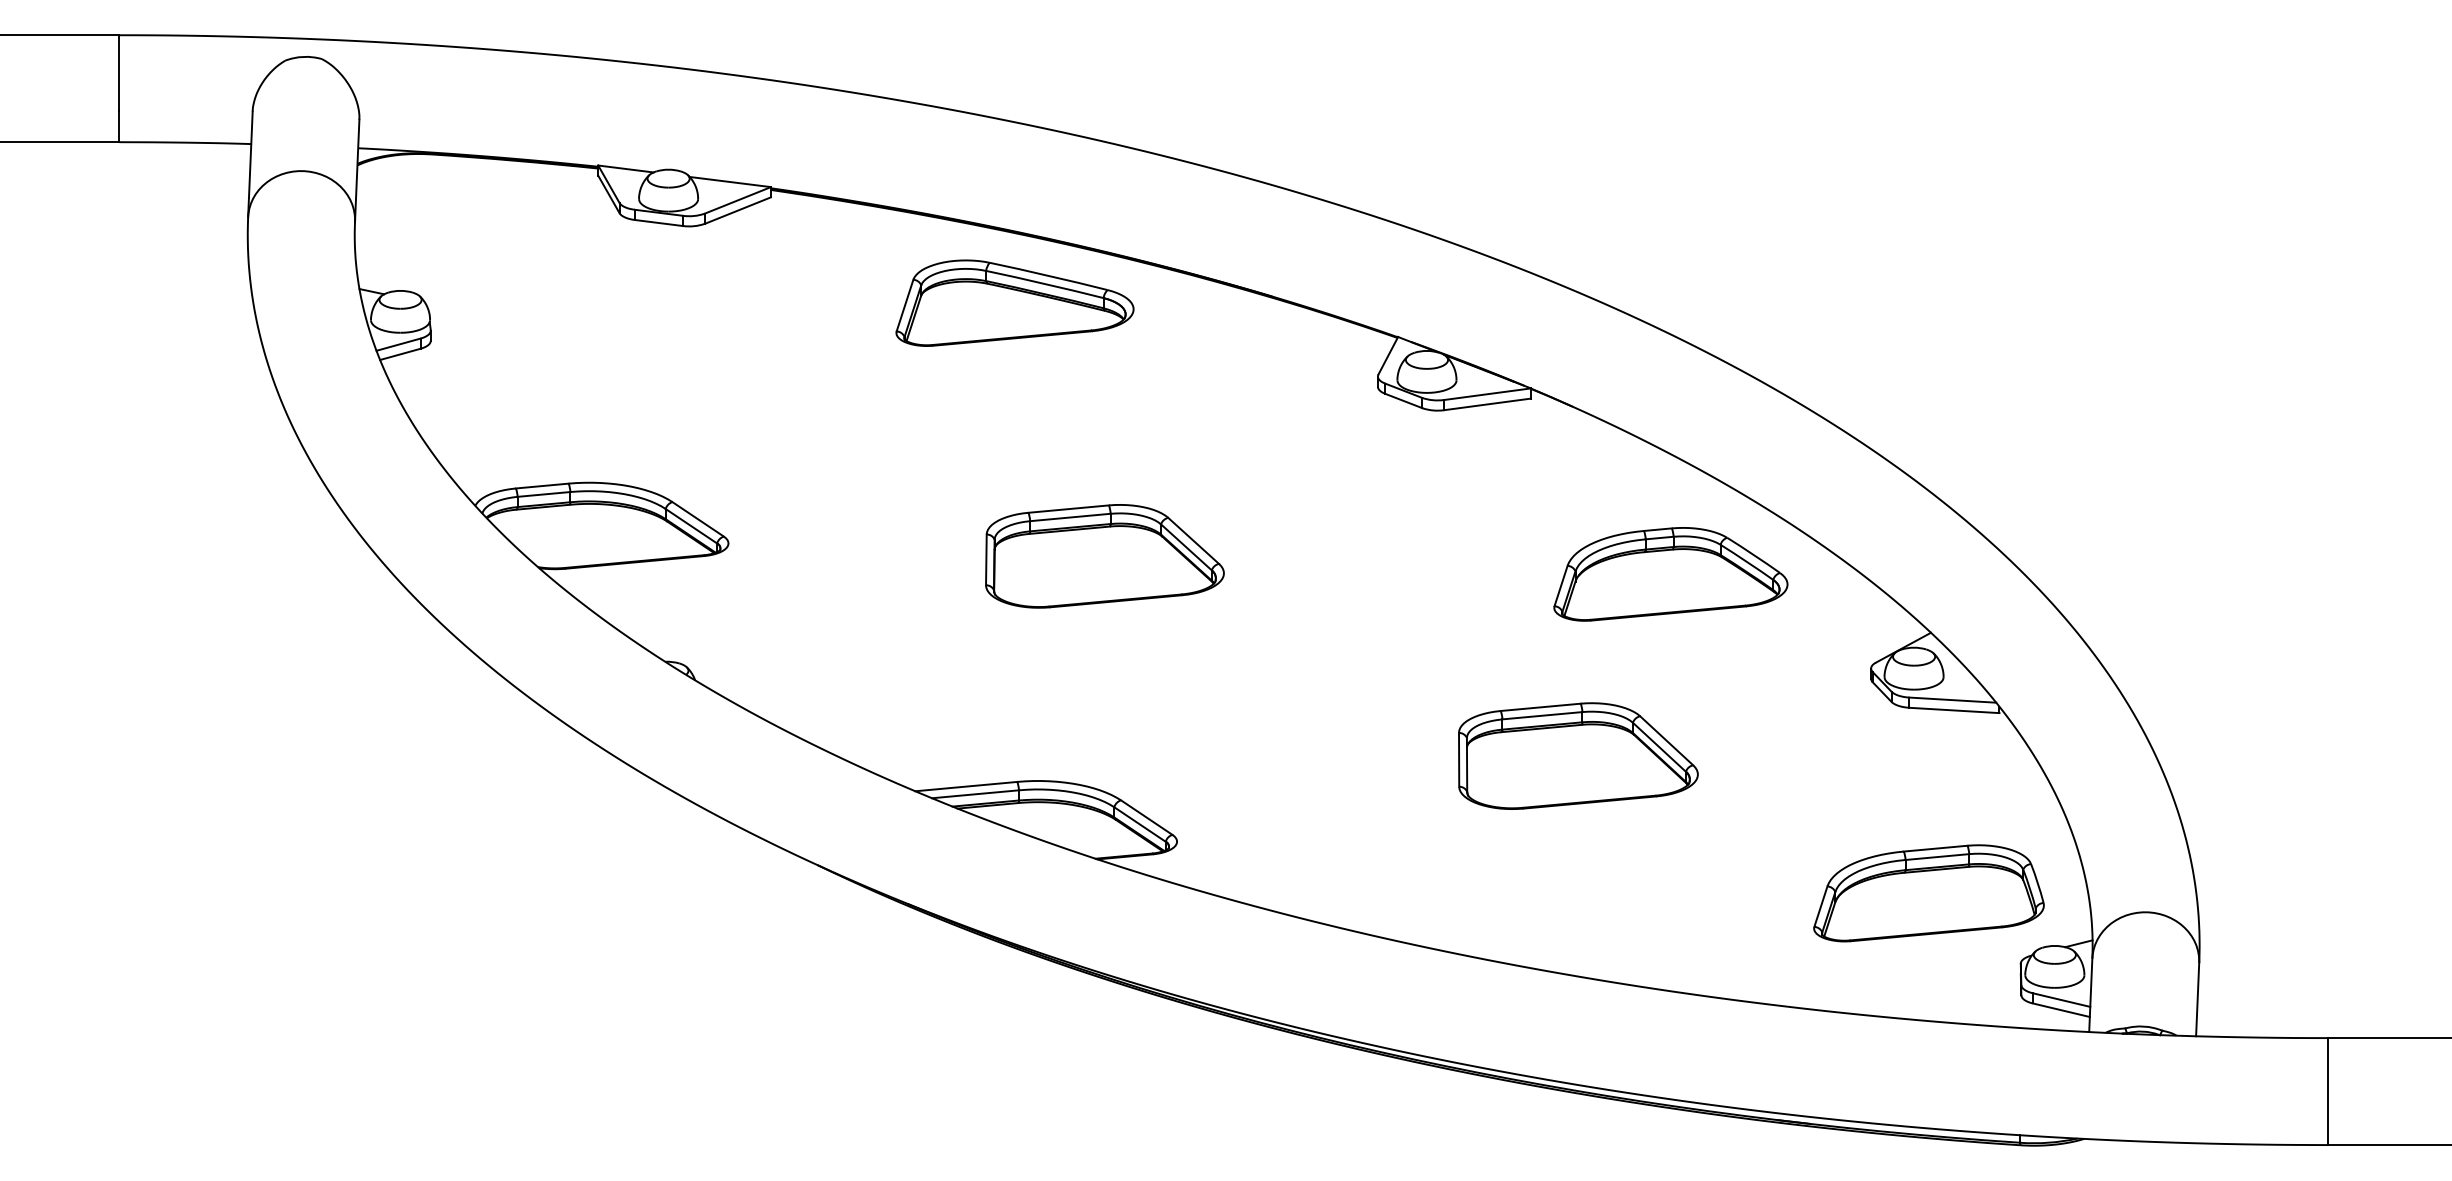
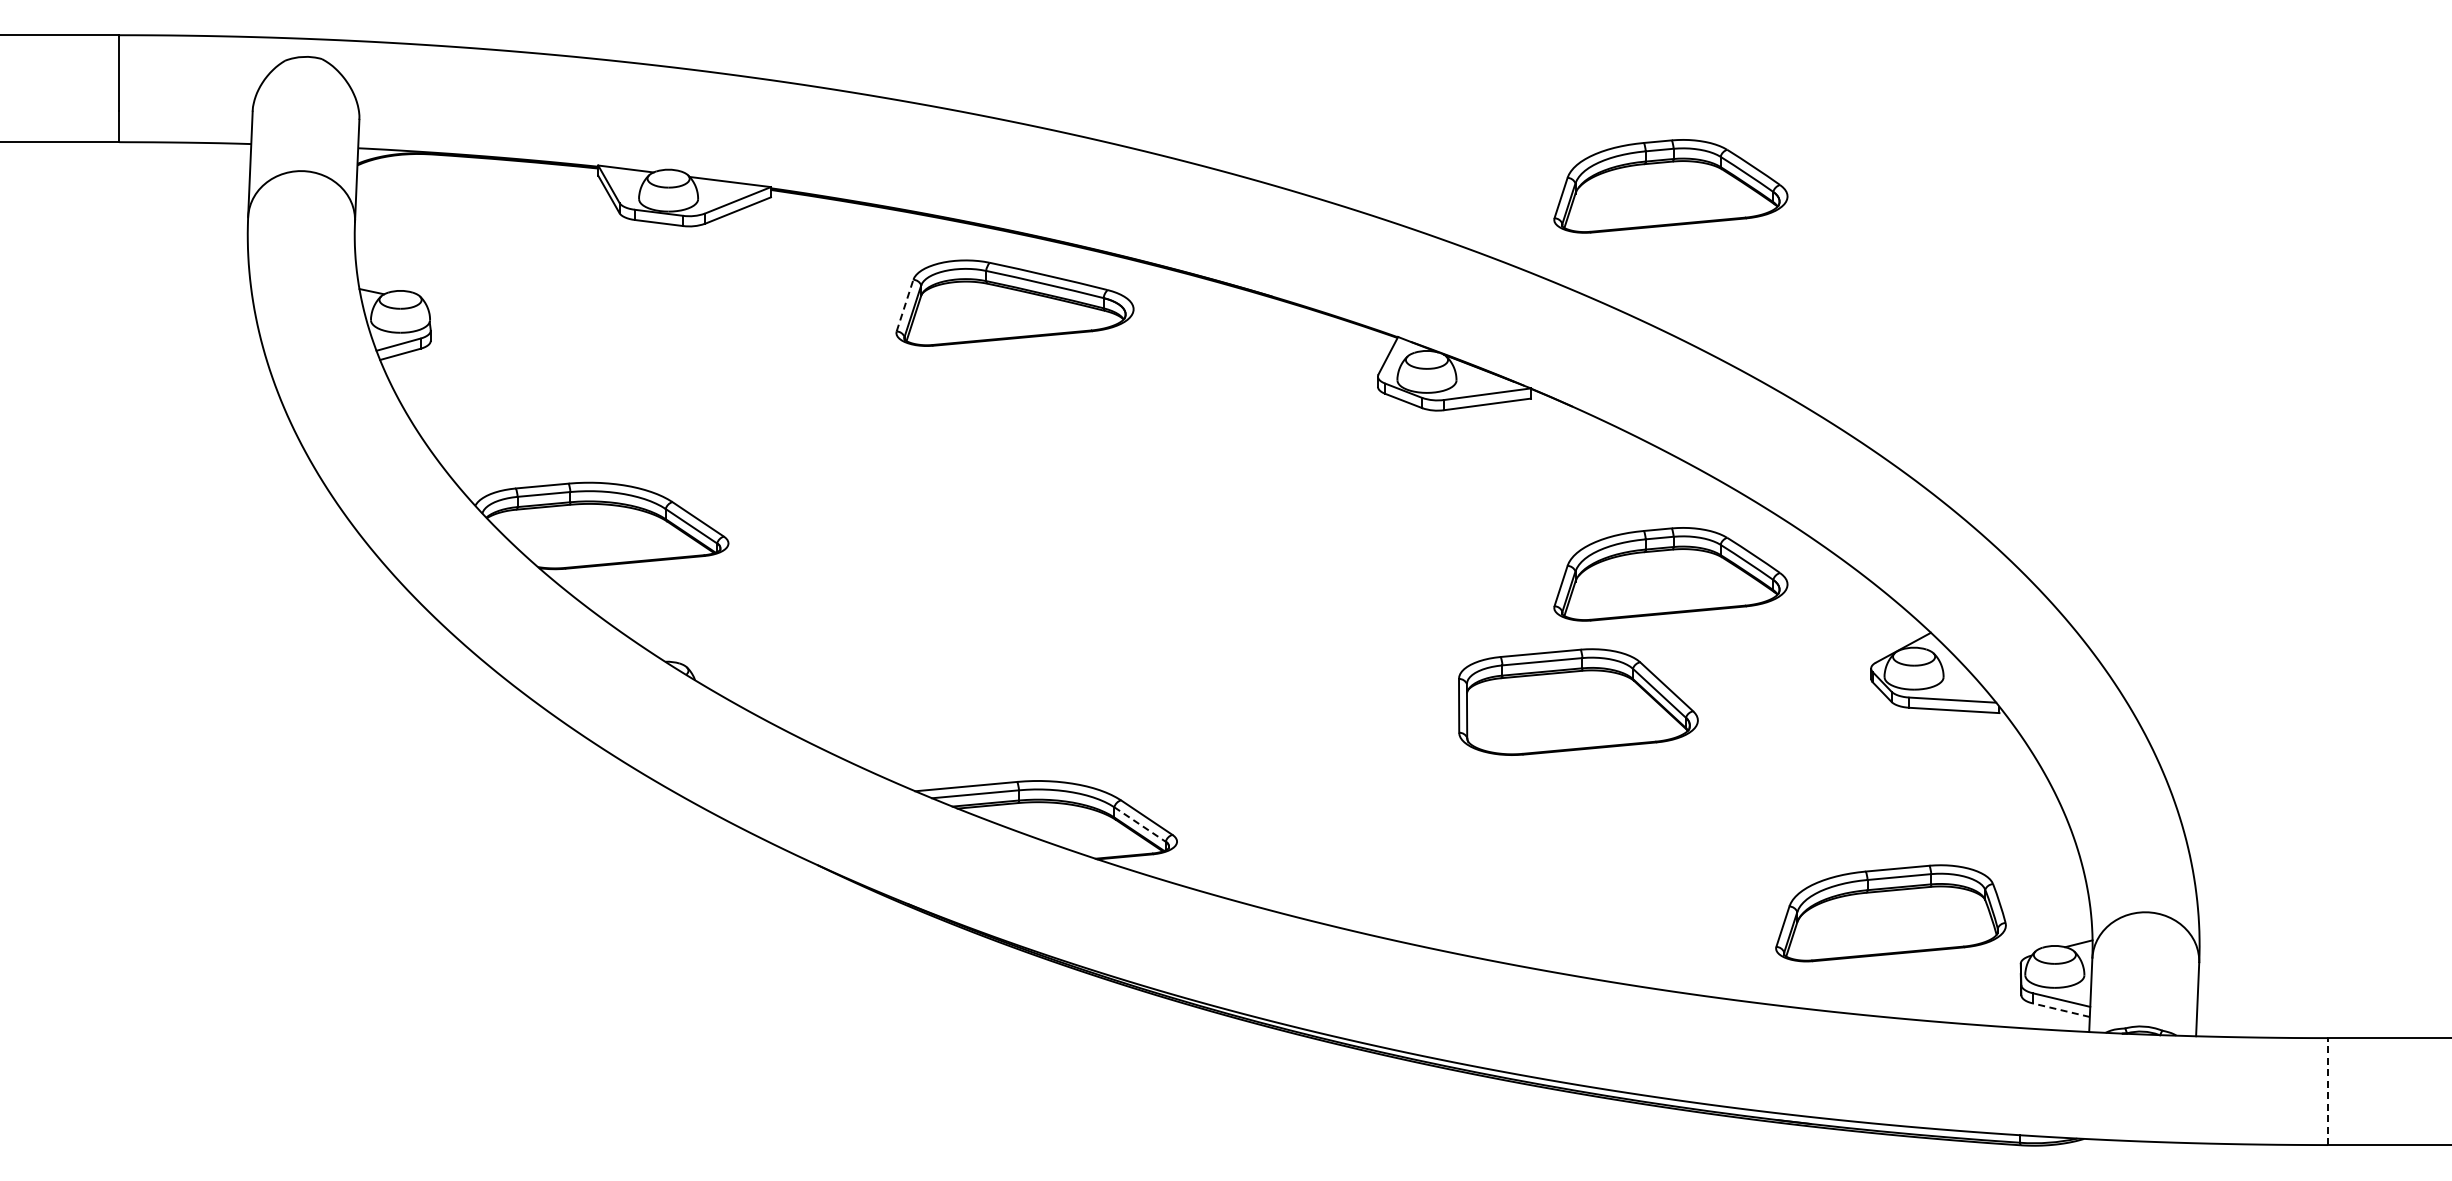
part at (1670, 186): none -> present
line at (905, 305): solid -> dashed
part at (1104, 556): present -> none
part at (1578, 755) position: (1578, 755) -> (1578, 701)
line at (1139, 824): solid -> dashed
part at (1928, 893) position: (1928, 893) -> (1890, 913)
line at (2060, 1010): solid -> dashed
line at (2328, 1091): solid -> dashed
